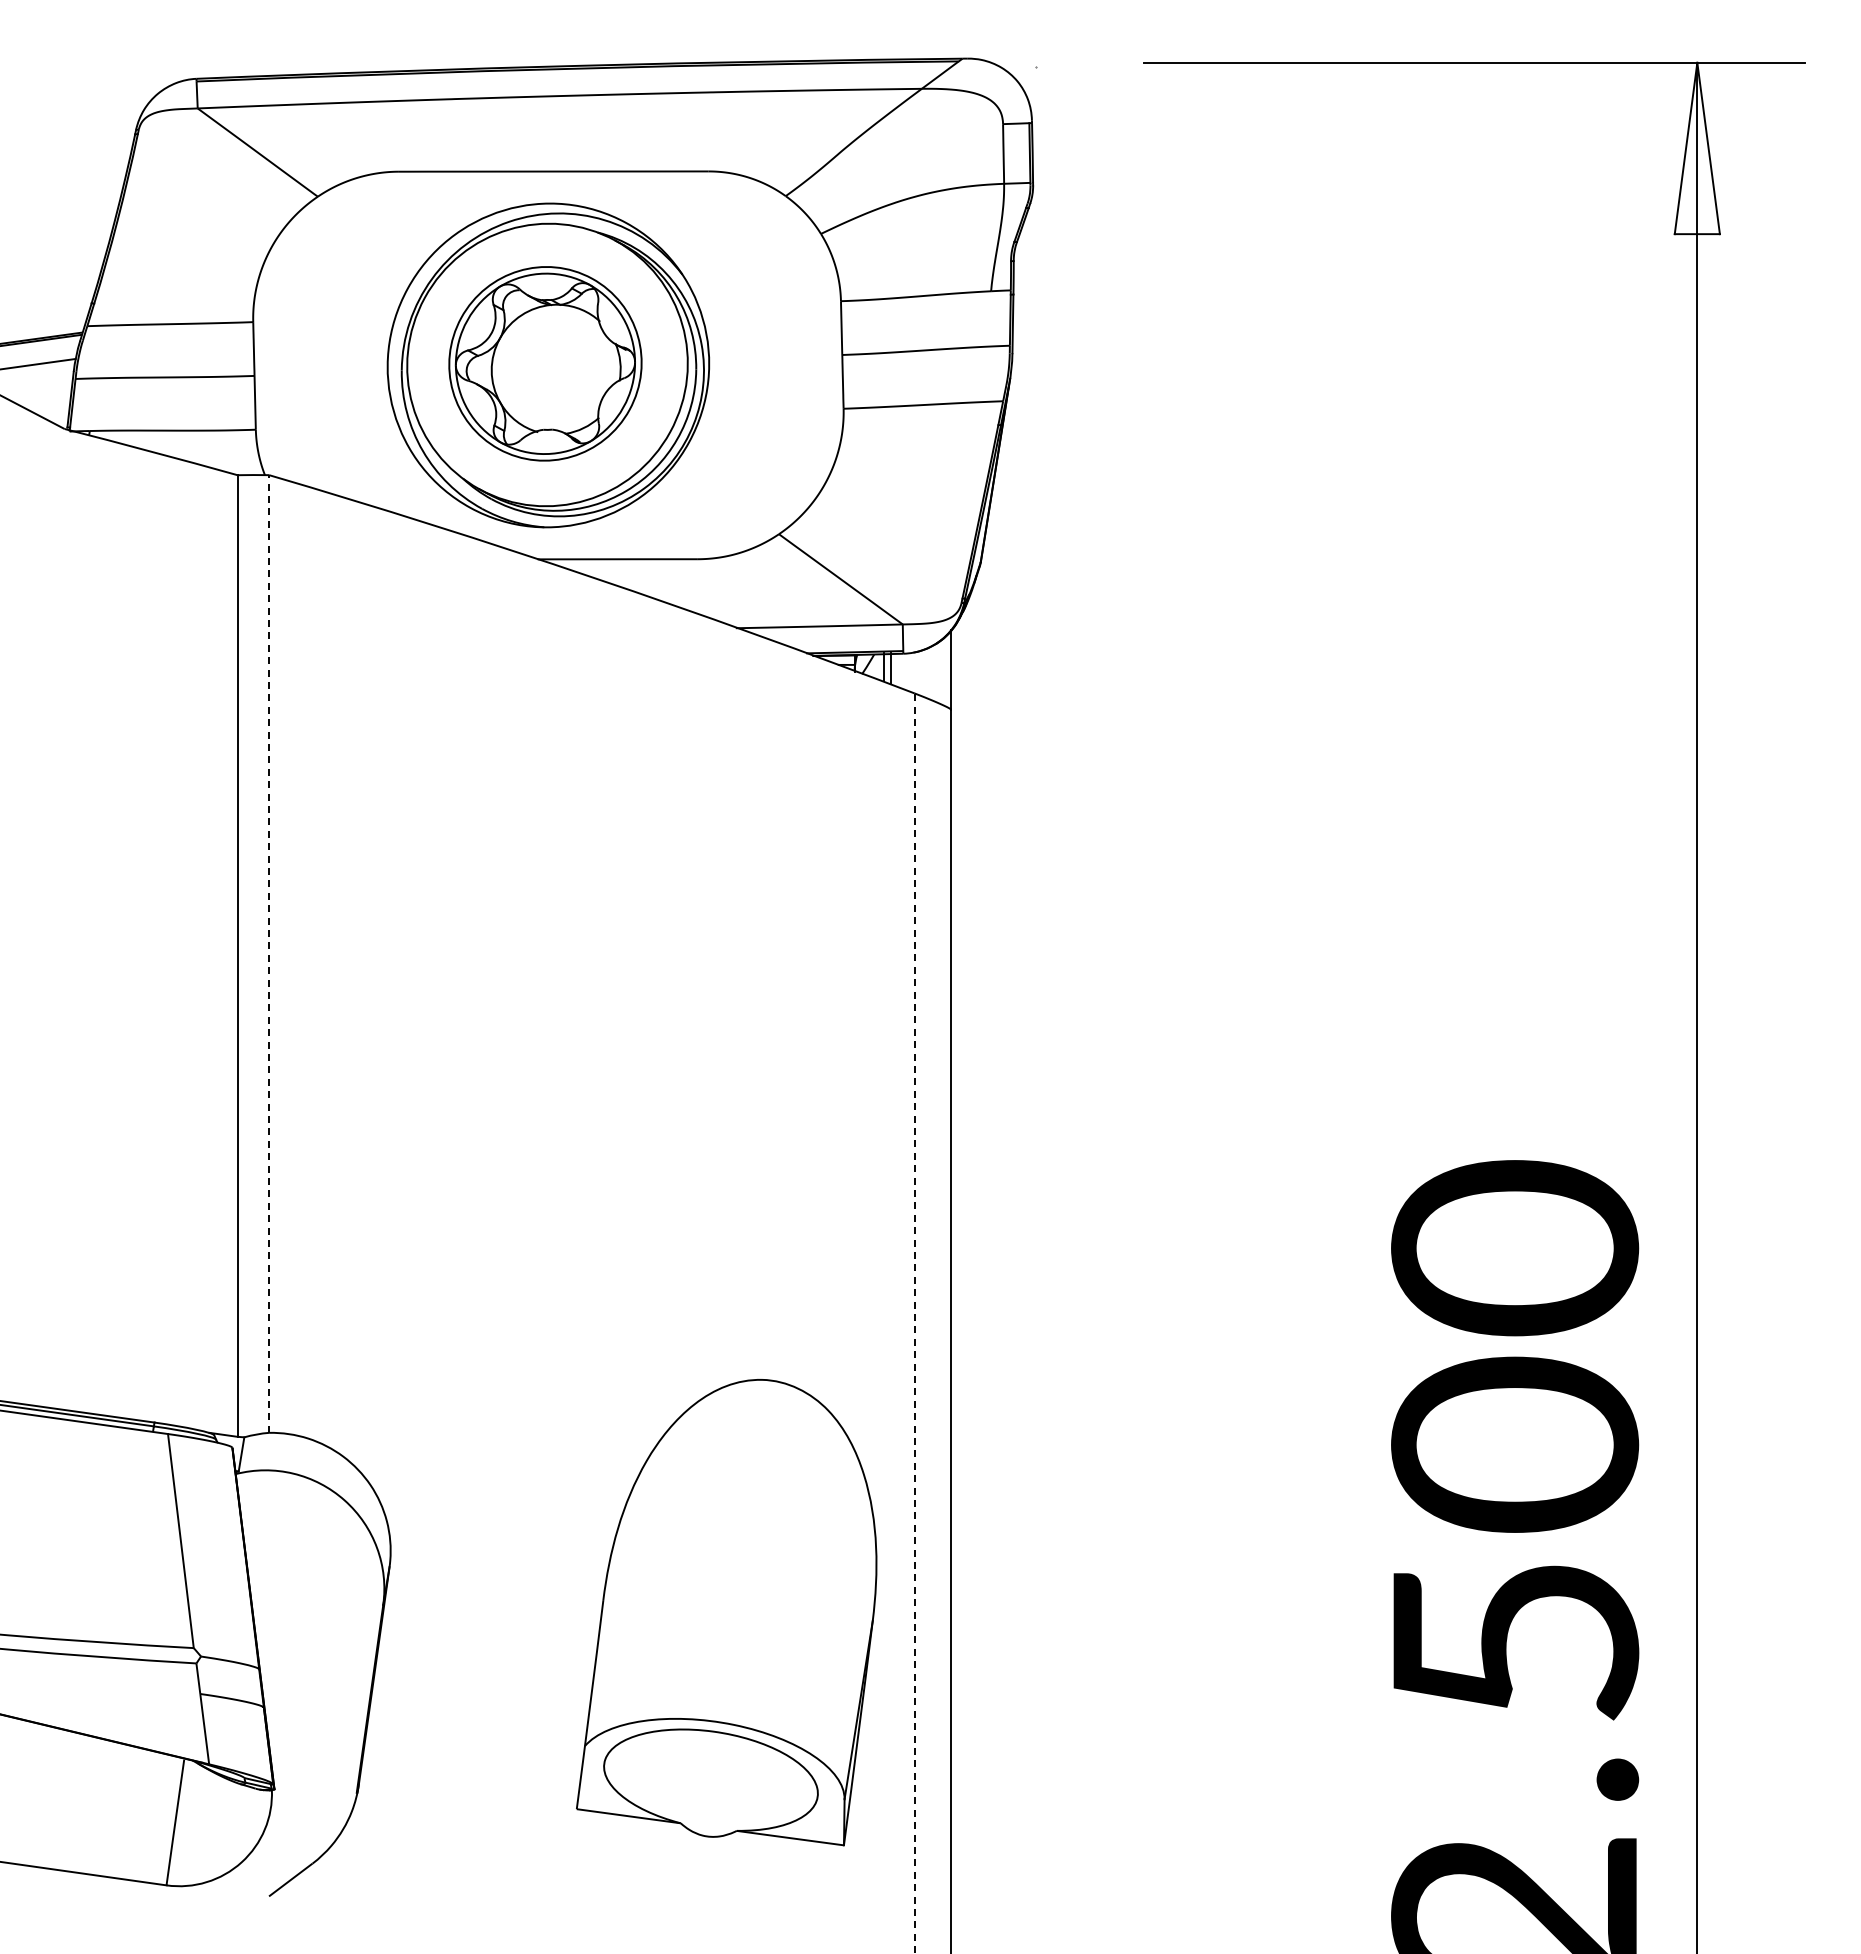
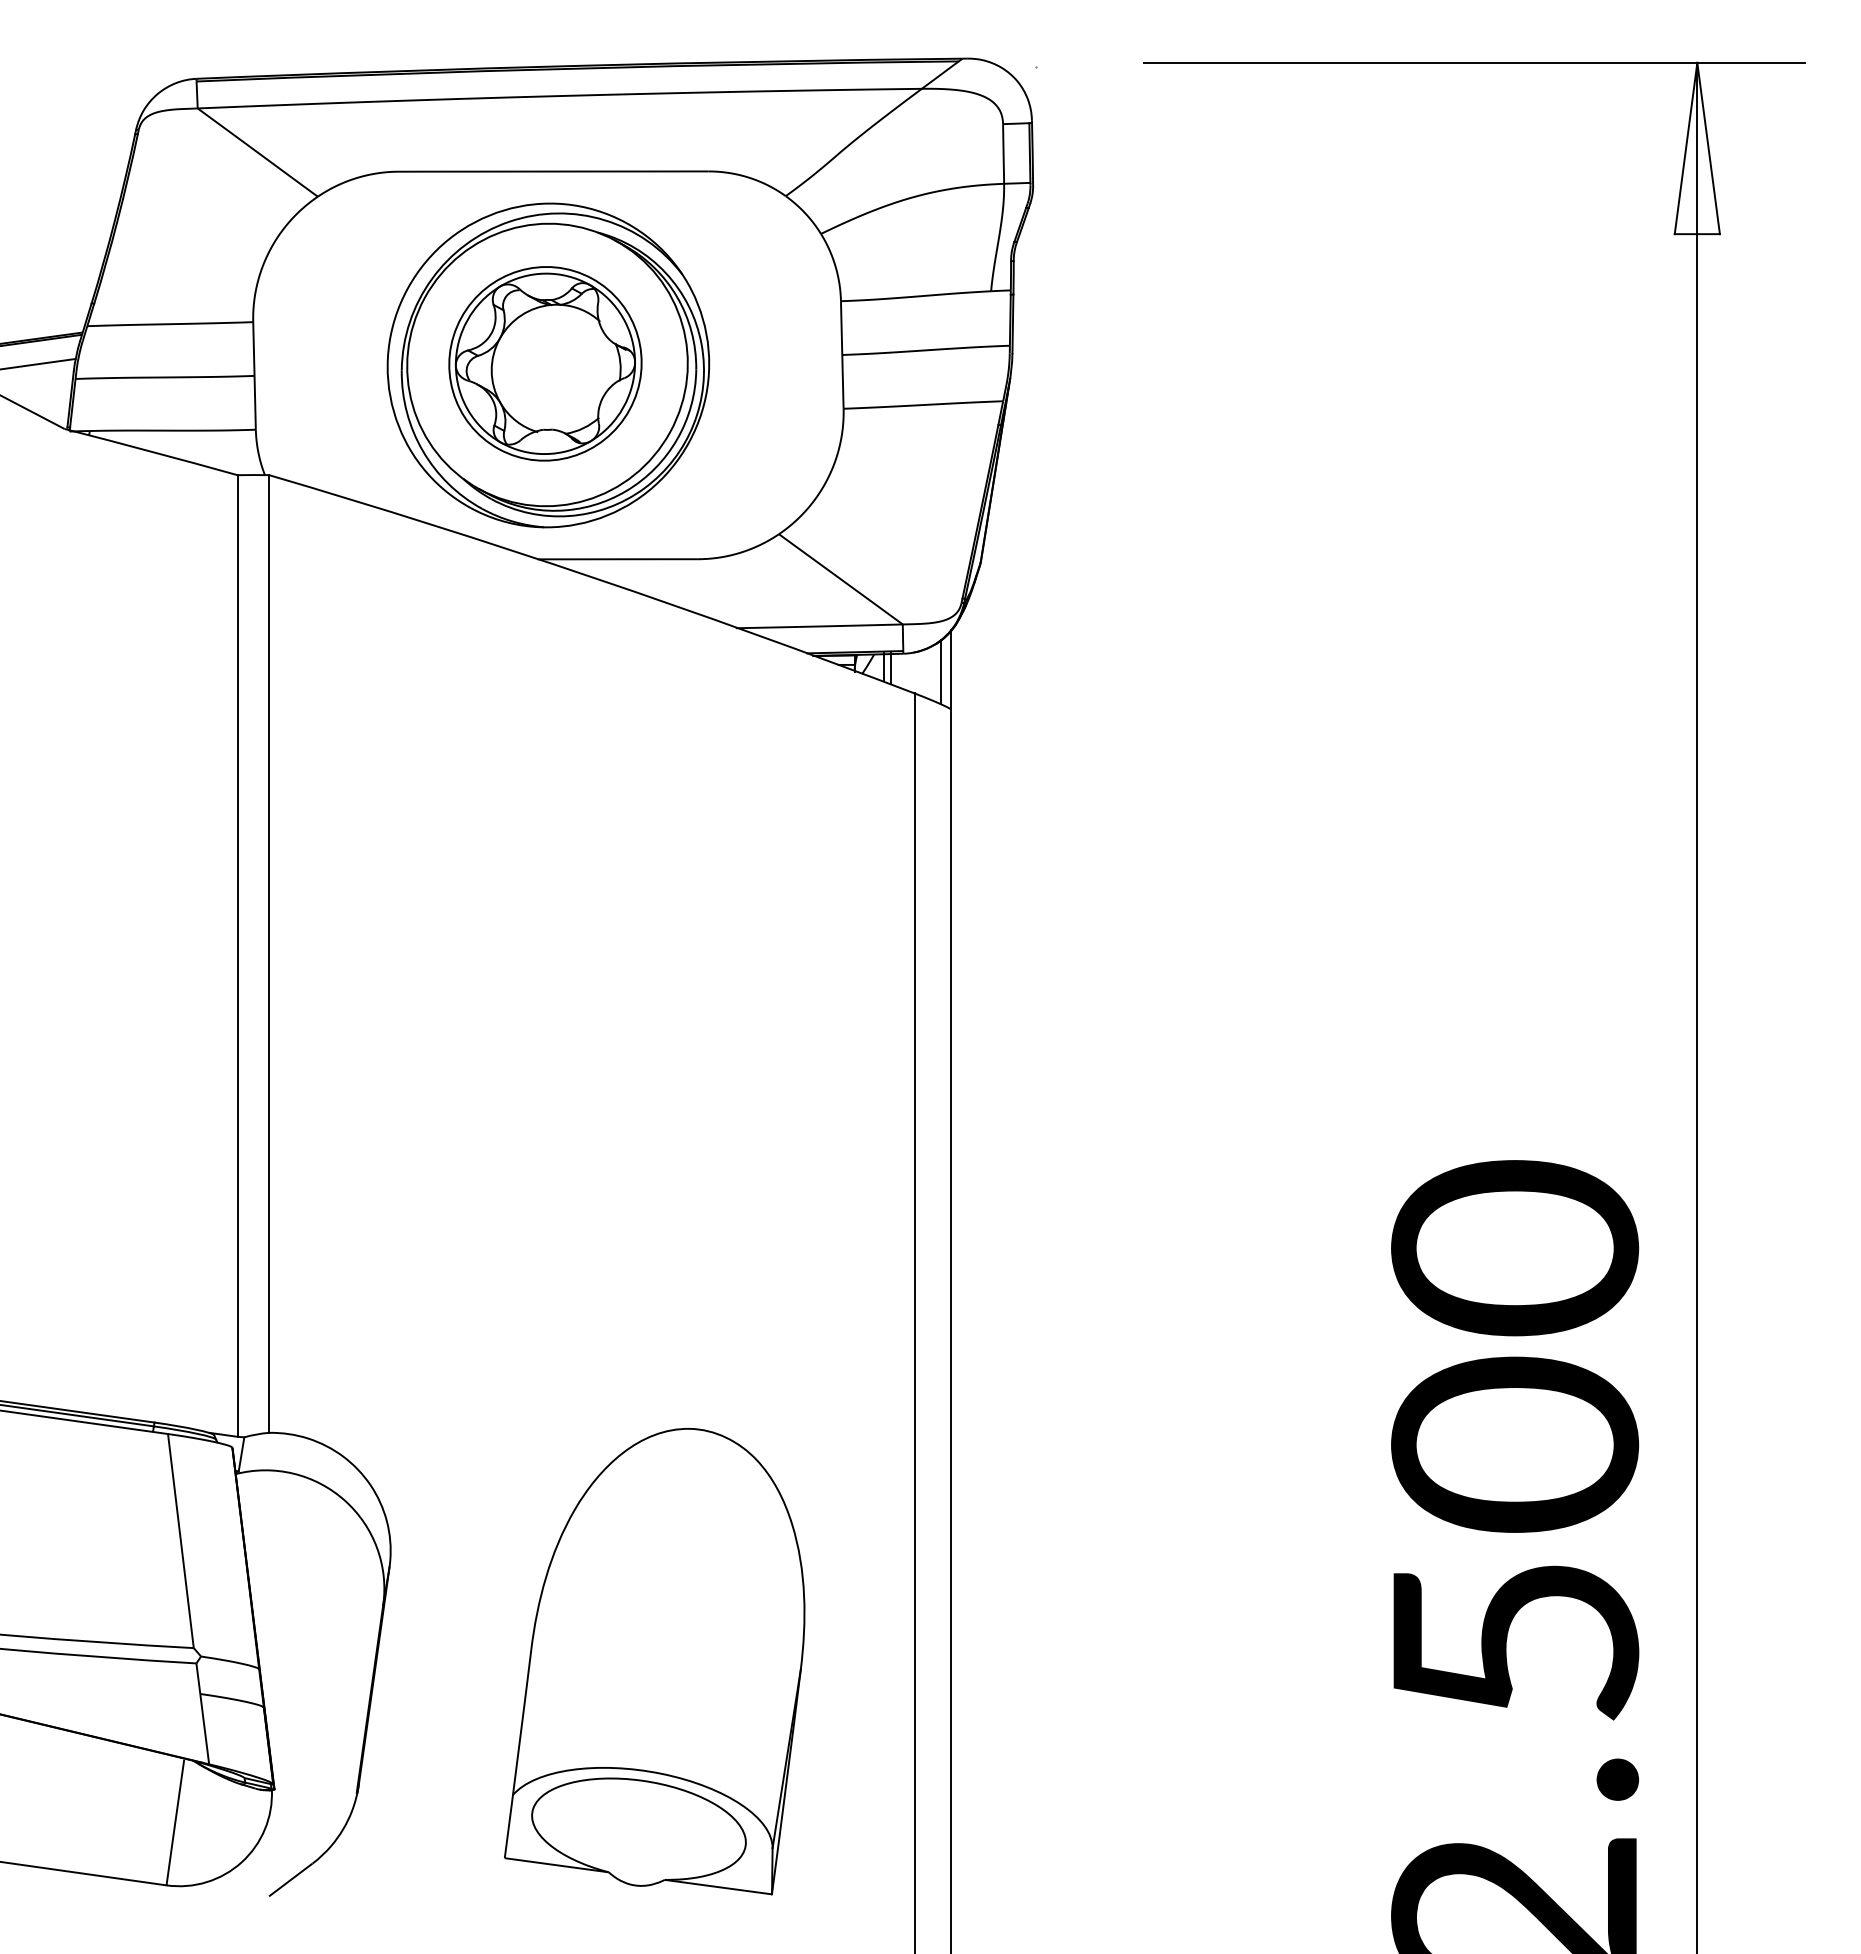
line at (940, 671): none -> present
line at (269, 954): dashed -> solid
line at (914, 1323): dashed -> solid
part at (726, 1612) position: (726, 1612) -> (654, 1661)
